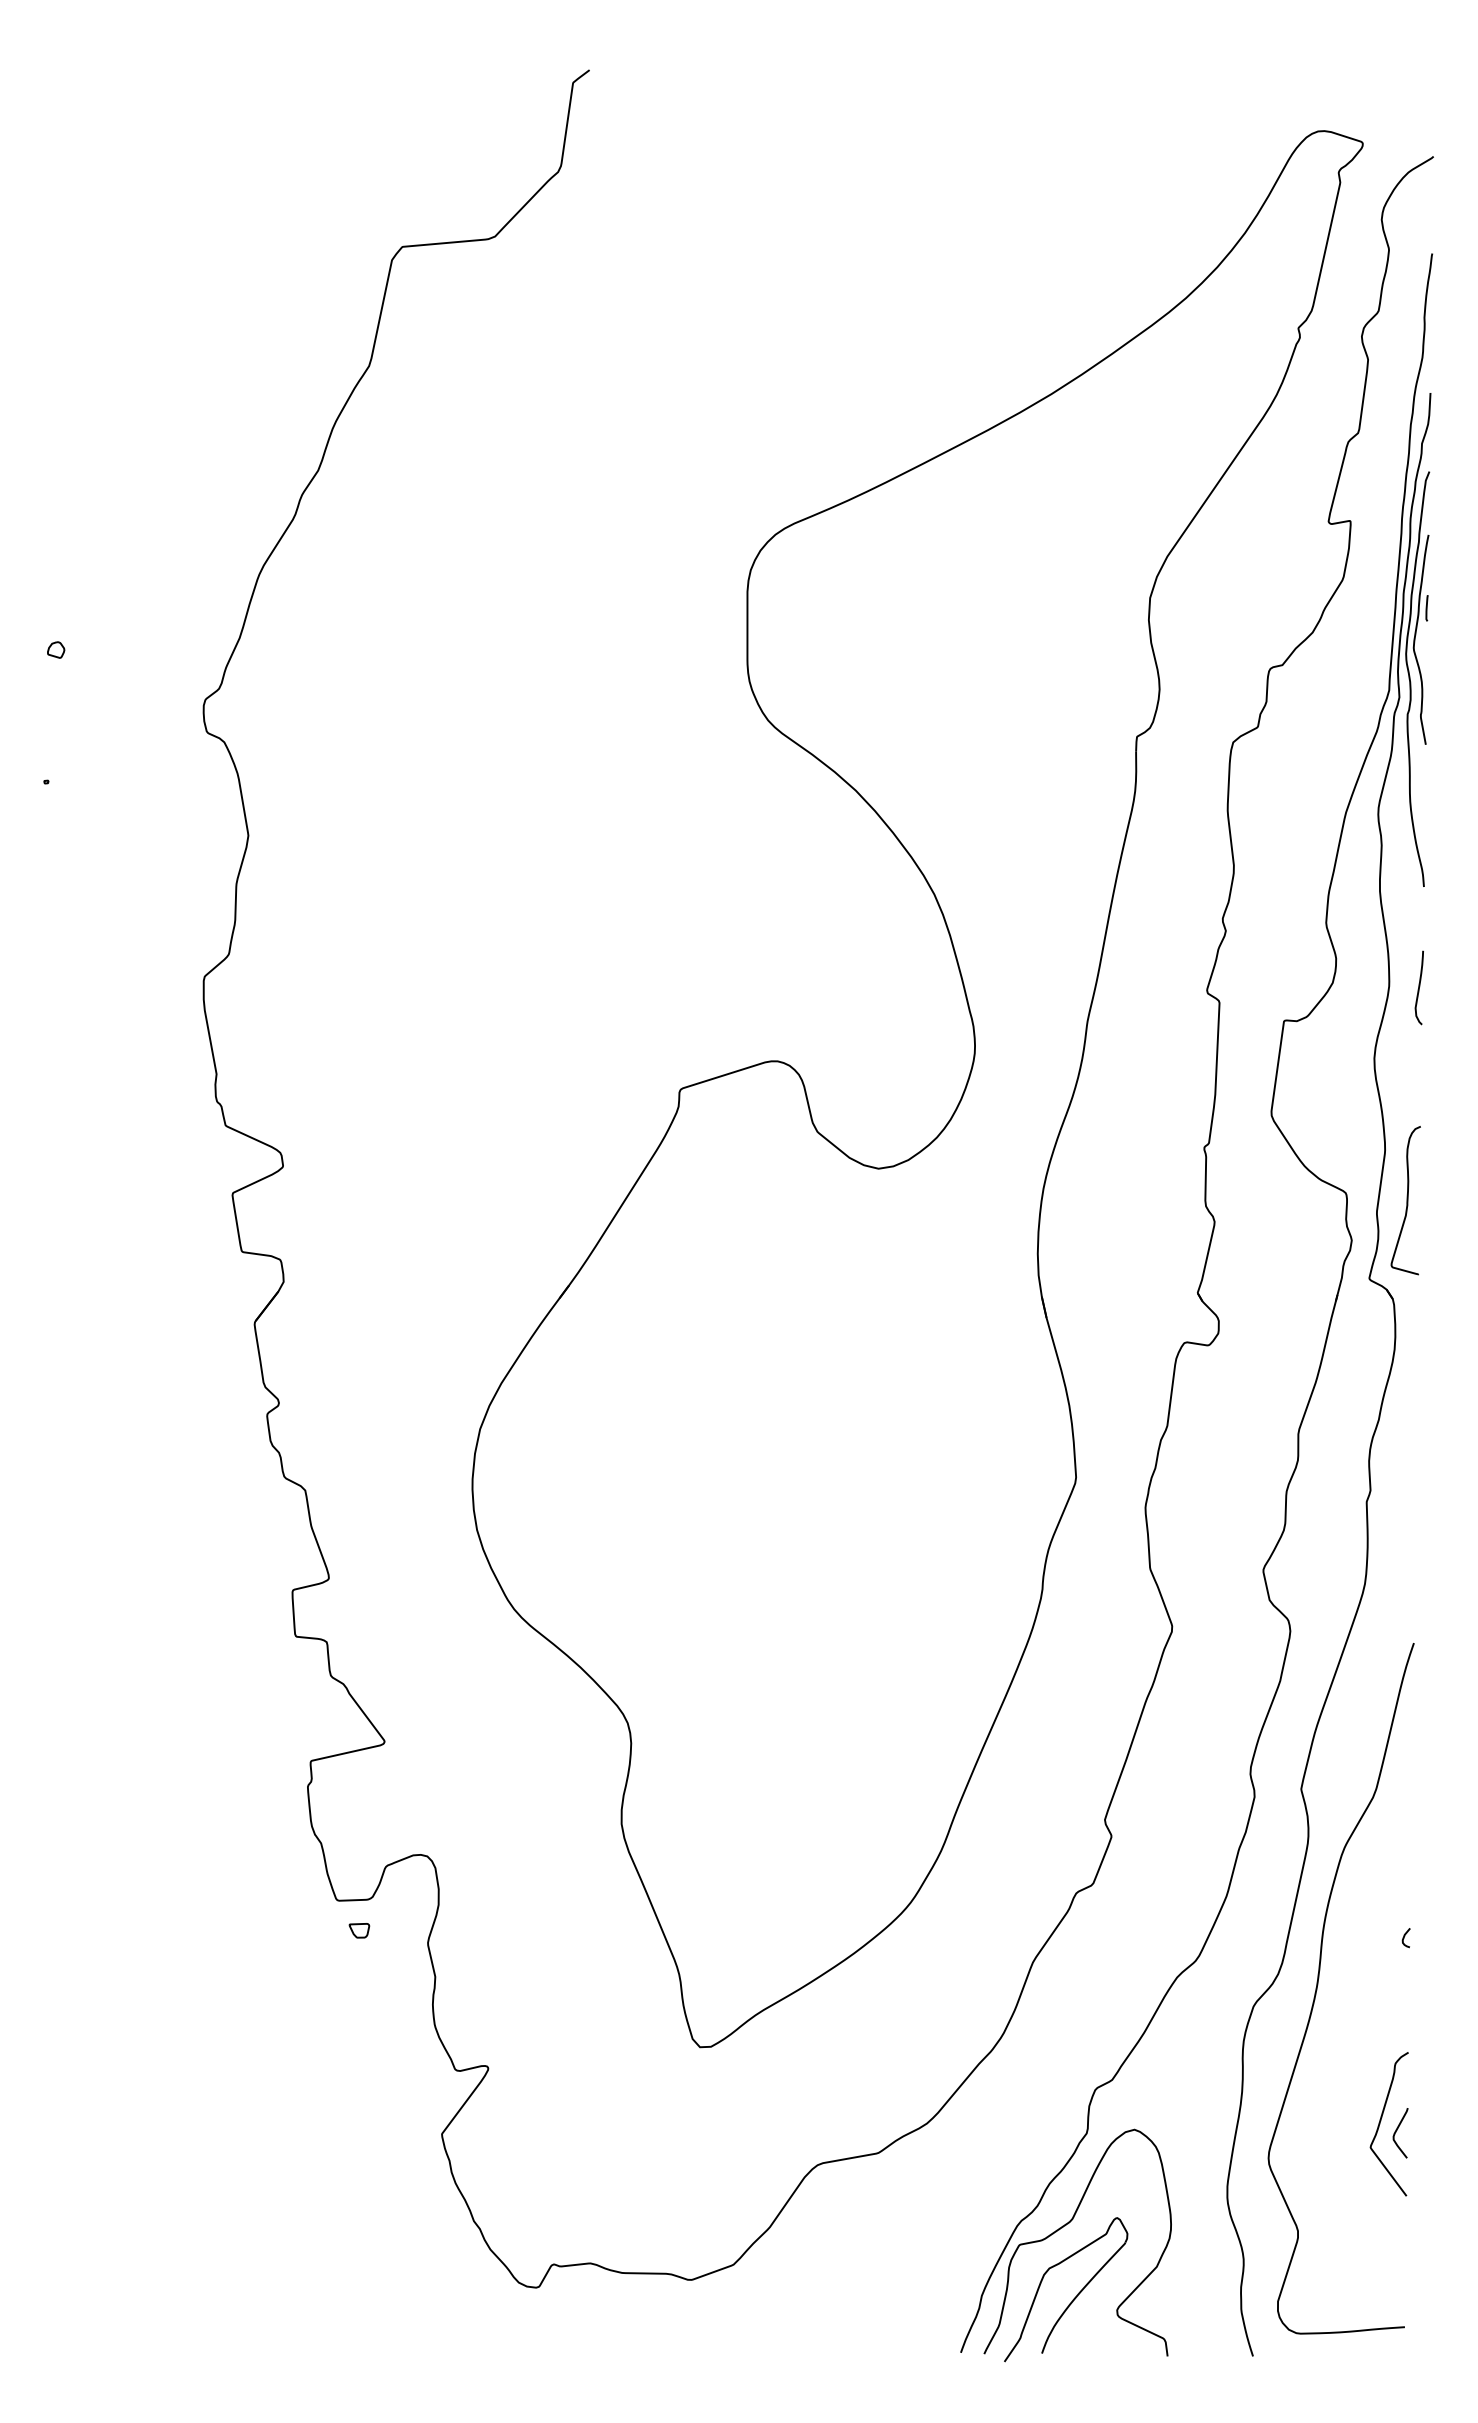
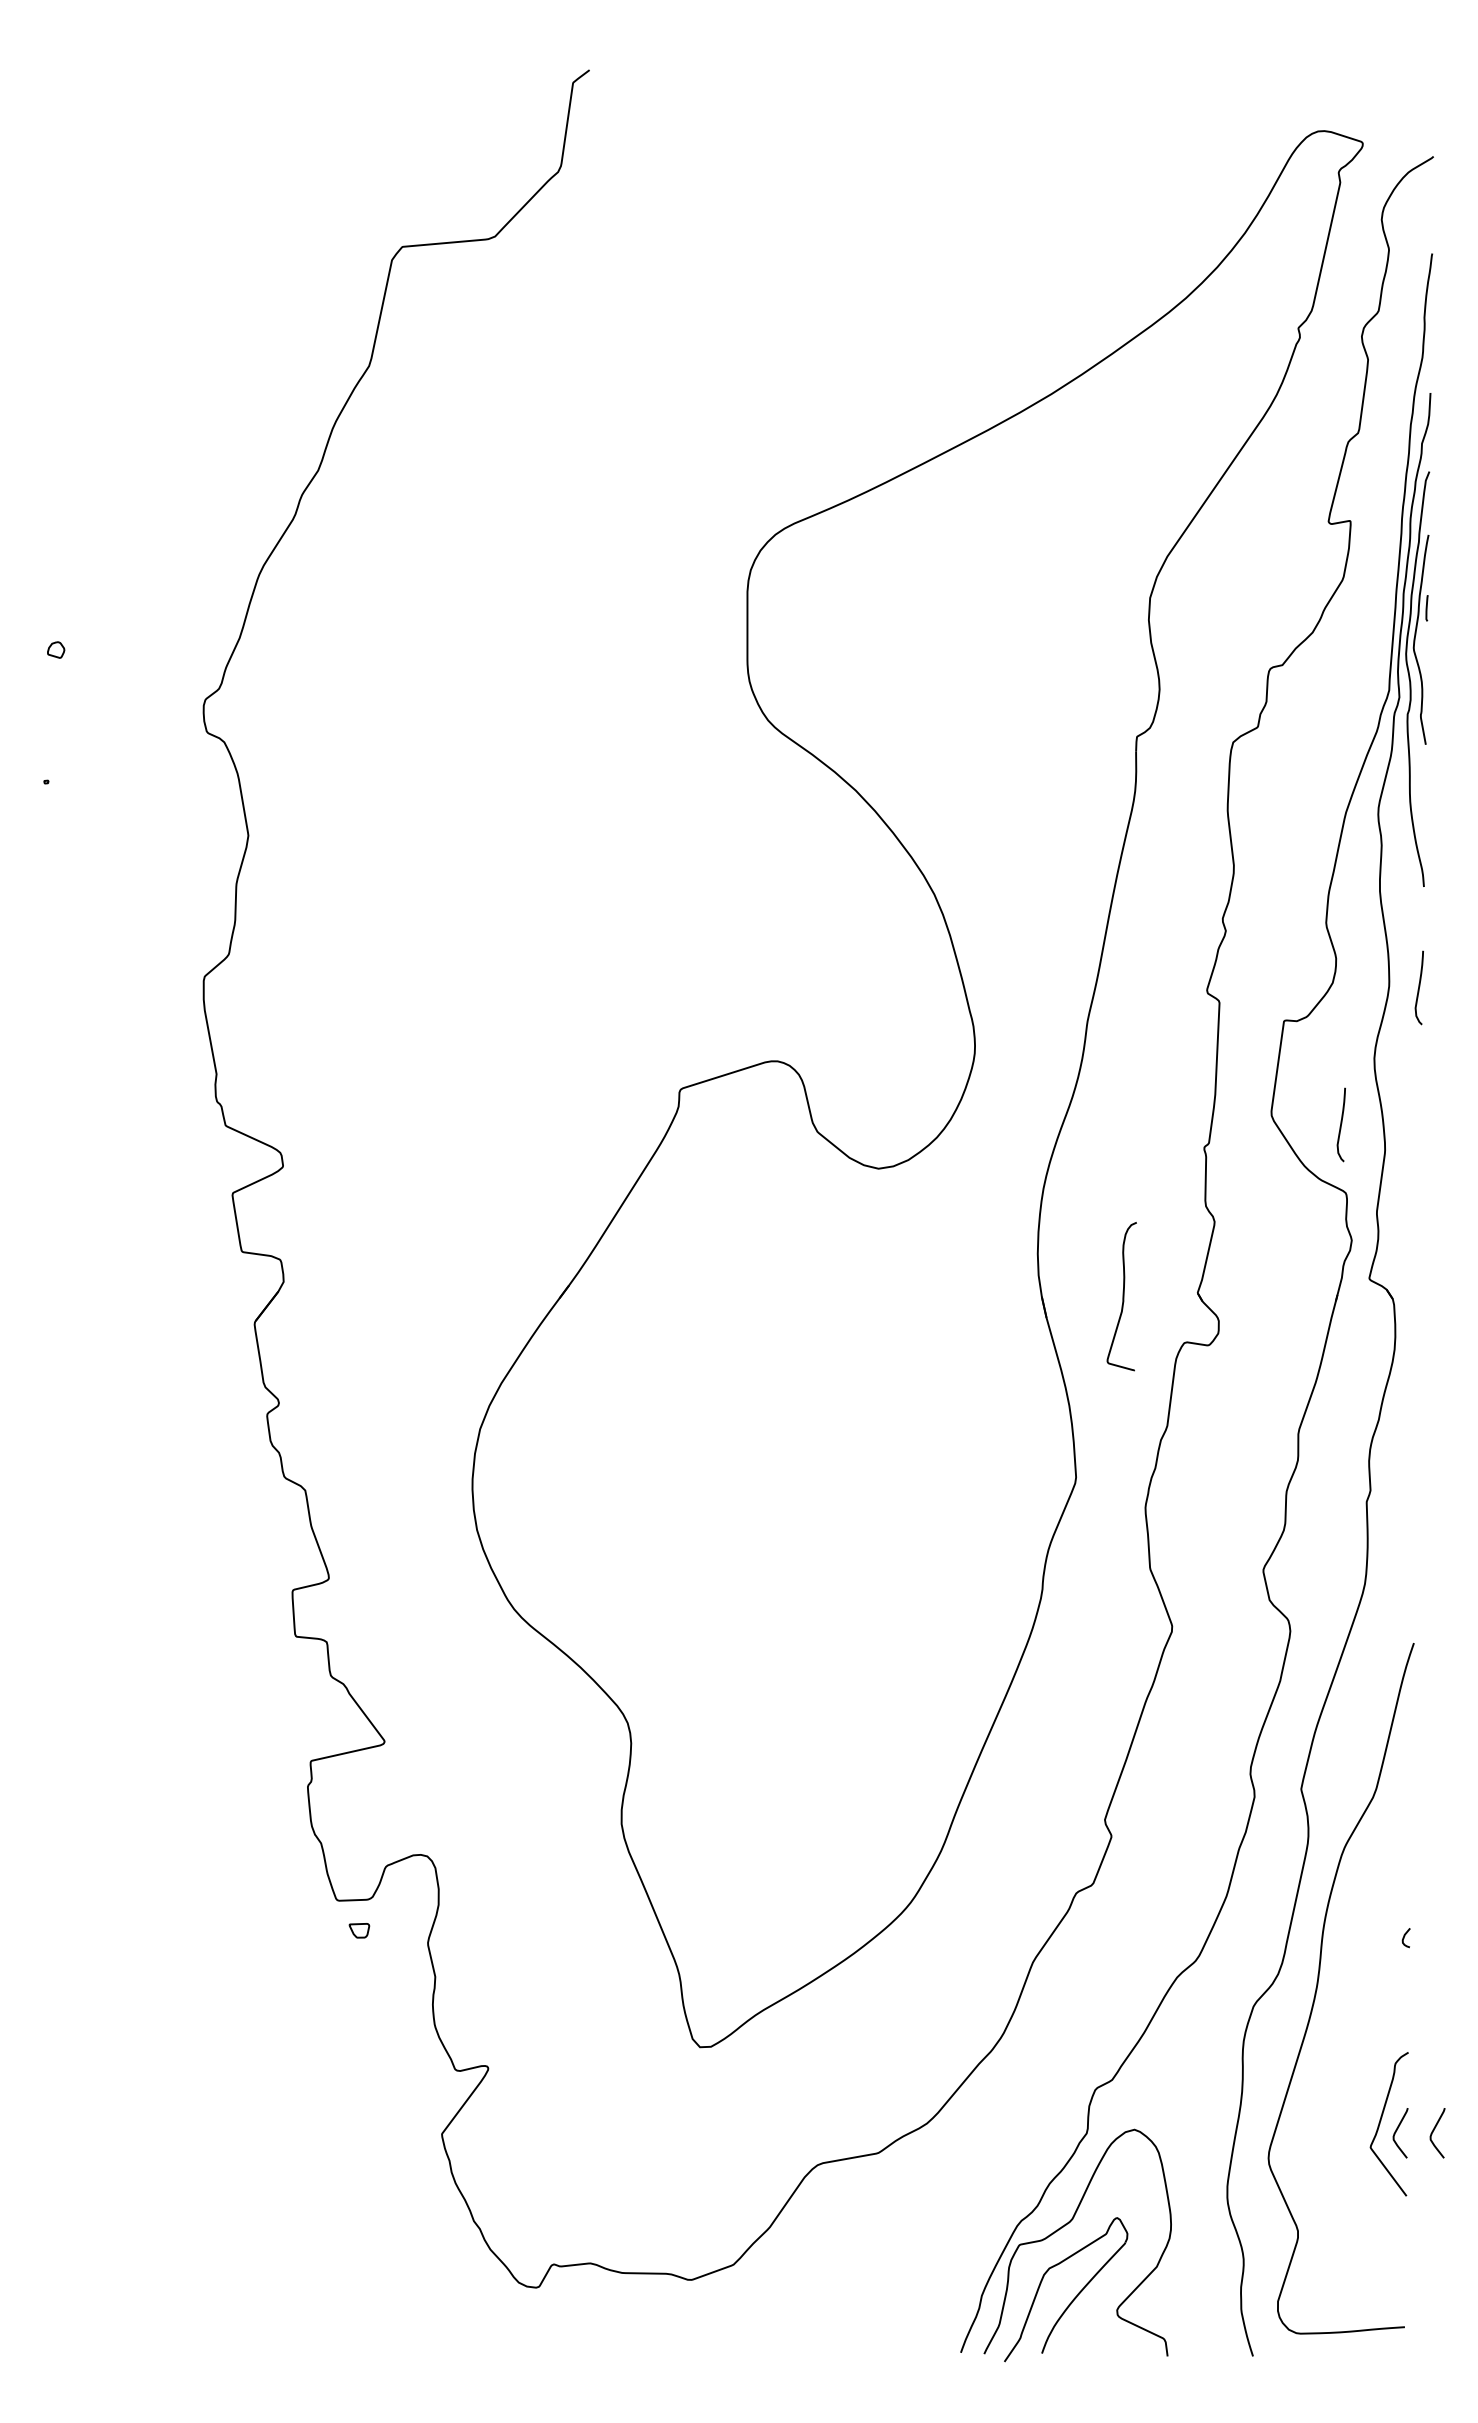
curve at (1340, 1124): none -> present
curve at (1406, 1200) position: (1406, 1200) -> (1122, 1296)
curve at (1433, 2132): none -> present
